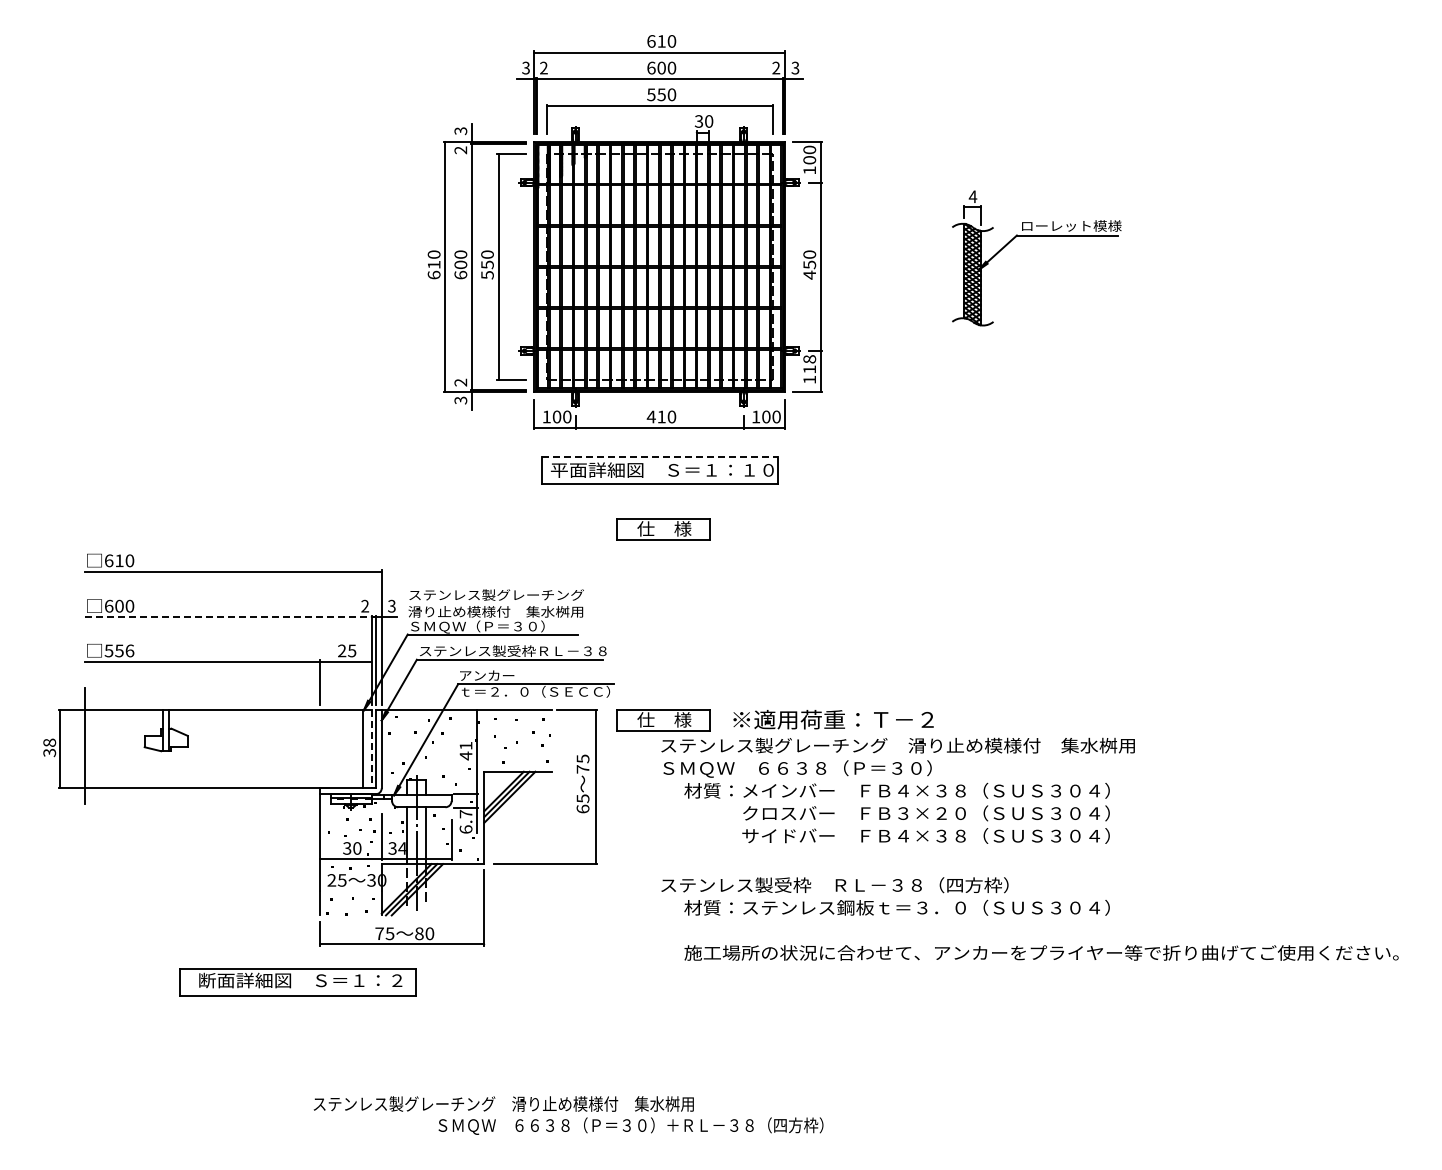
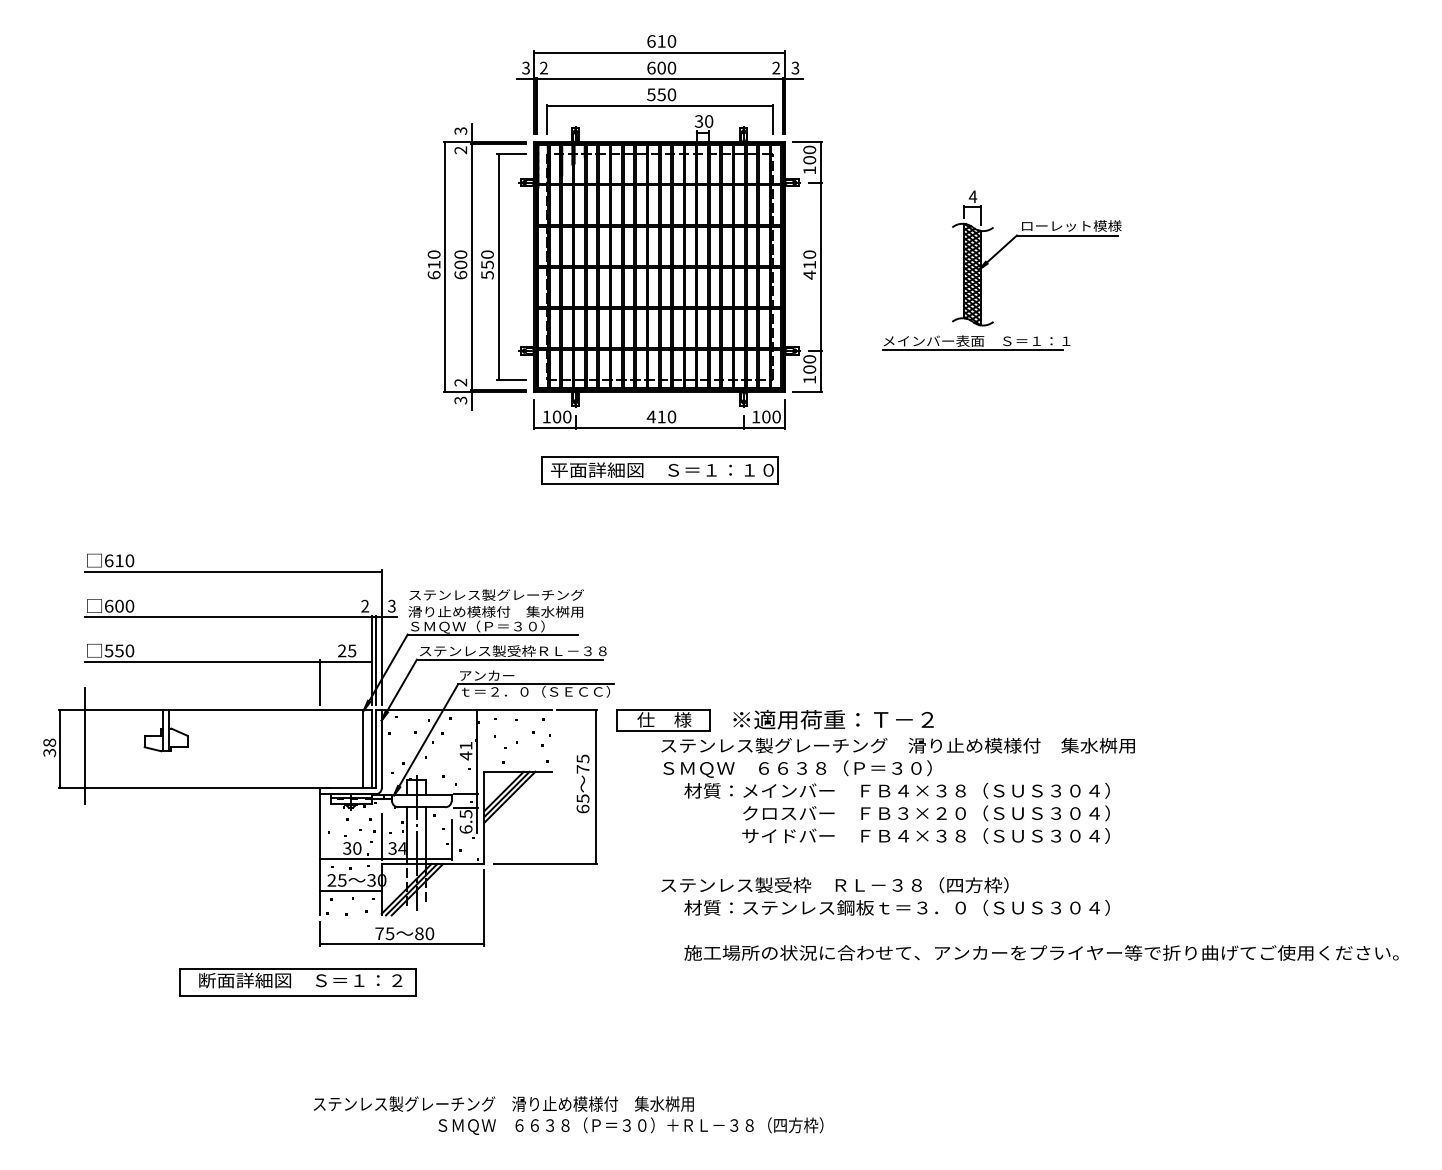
text at (809, 264): 450 -> 410
part at (976, 342): none -> present
text at (809, 364): 118 -> 100
line at (660, 457): dashed -> solid
part at (663, 529): present -> none
line at (228, 616): dashed -> solid
text at (129, 650): 556 -> 550
line at (371, 749): dashed -> solid
text at (465, 813): 6.7 -> 6.5
line at (350, 891): none -> present
